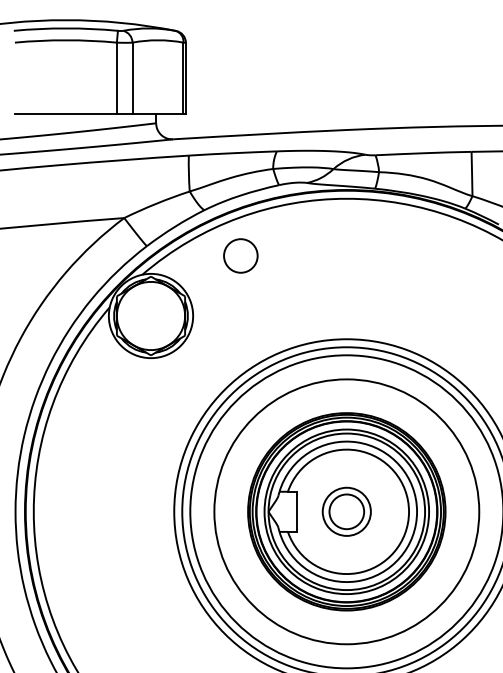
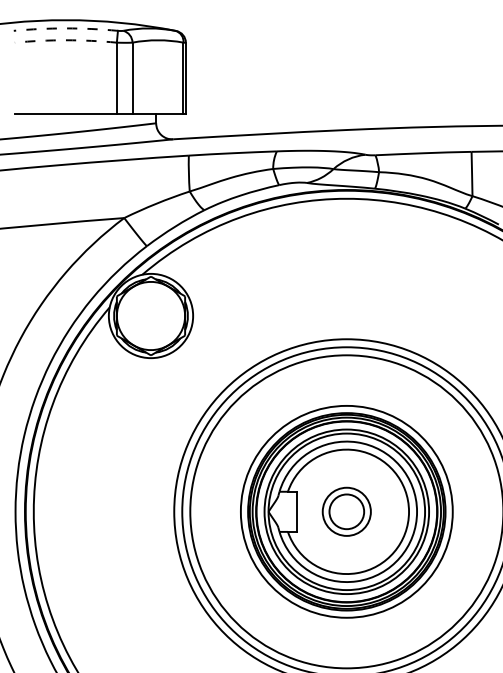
arc at (65, 28): solid -> dashed
arc at (65, 40): solid -> dashed
circle at (240, 255): present -> none
circle at (346, 511) diameter: 265 px -> 212 px
